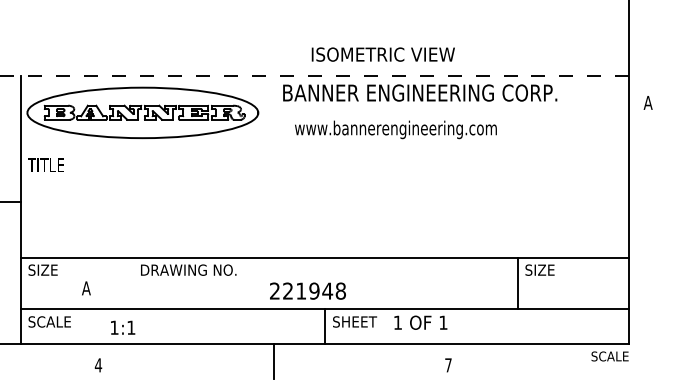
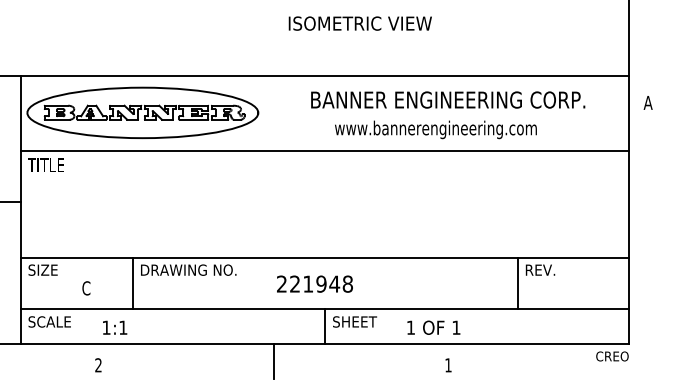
text at (382, 54) position: (382, 54) -> (359, 23)
line at (314, 75): dashed -> solid
text at (420, 92) position: (420, 92) -> (448, 99)
text at (395, 129) position: (395, 129) -> (435, 129)
line at (324, 151): none -> present
text at (540, 269): SIZE -> REV.
line at (132, 283): none -> present
text at (86, 288): A -> C
text at (307, 290) position: (307, 290) -> (314, 283)
text at (420, 322) position: (420, 322) -> (433, 327)
text at (123, 327) position: (123, 327) -> (115, 327)
text at (609, 356): SCALE -> CREO
text at (98, 365): 4 -> 2
text at (448, 365): 7 -> 1
